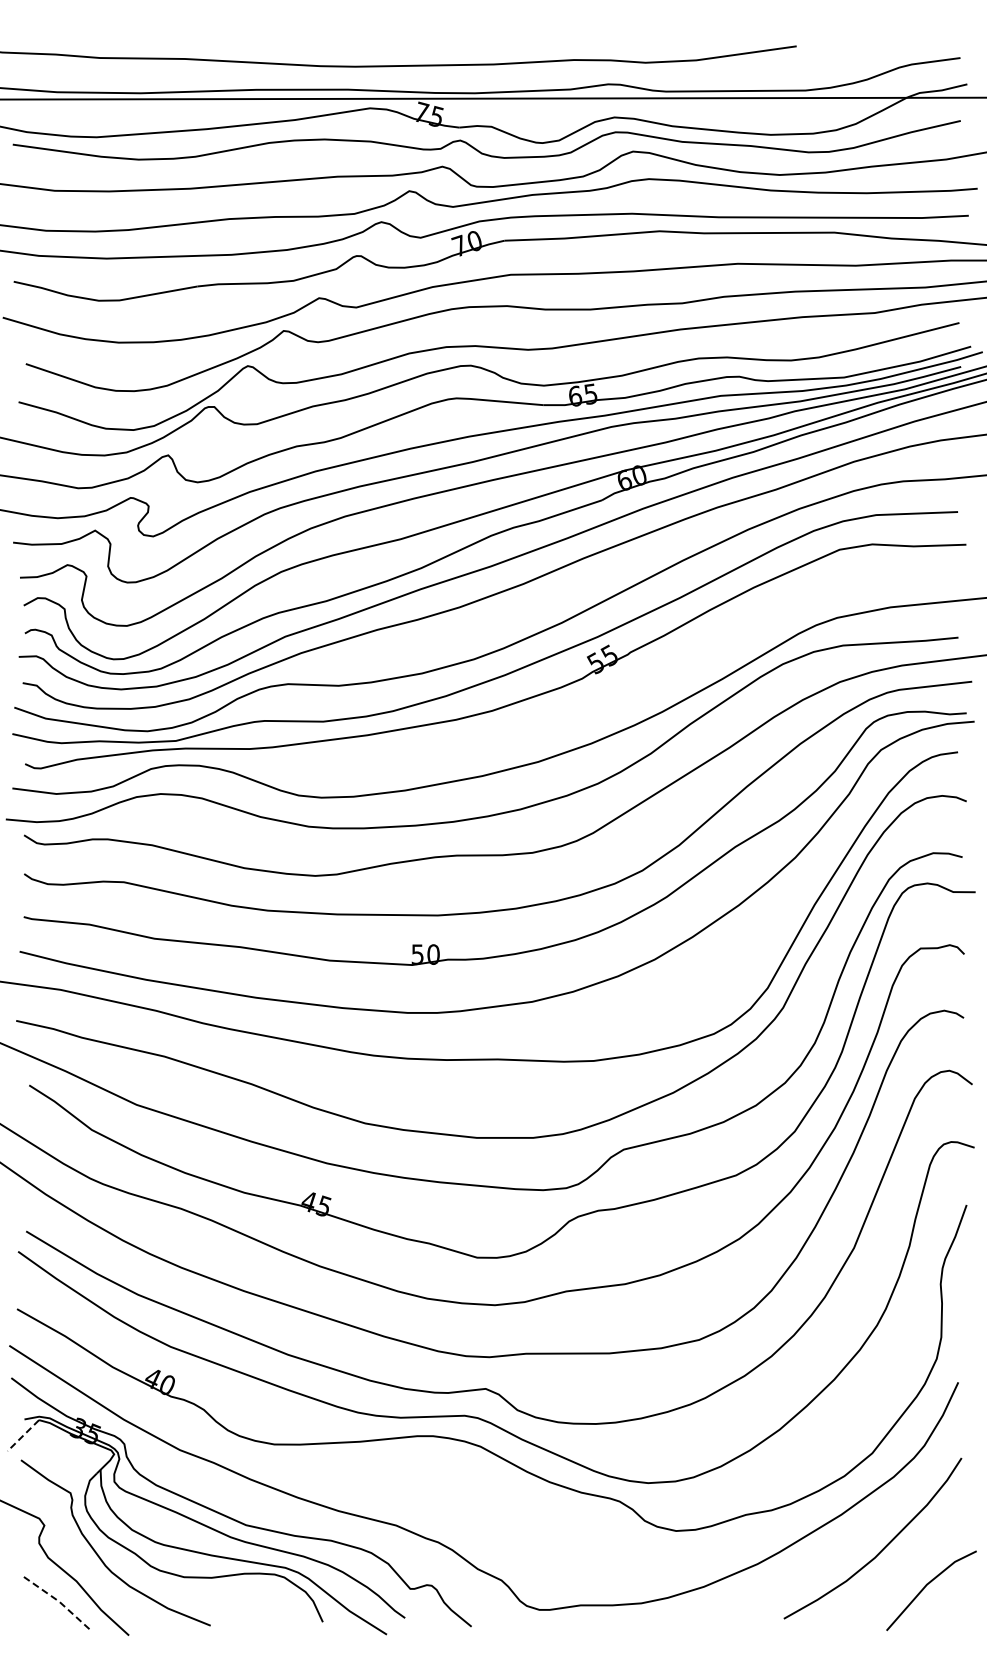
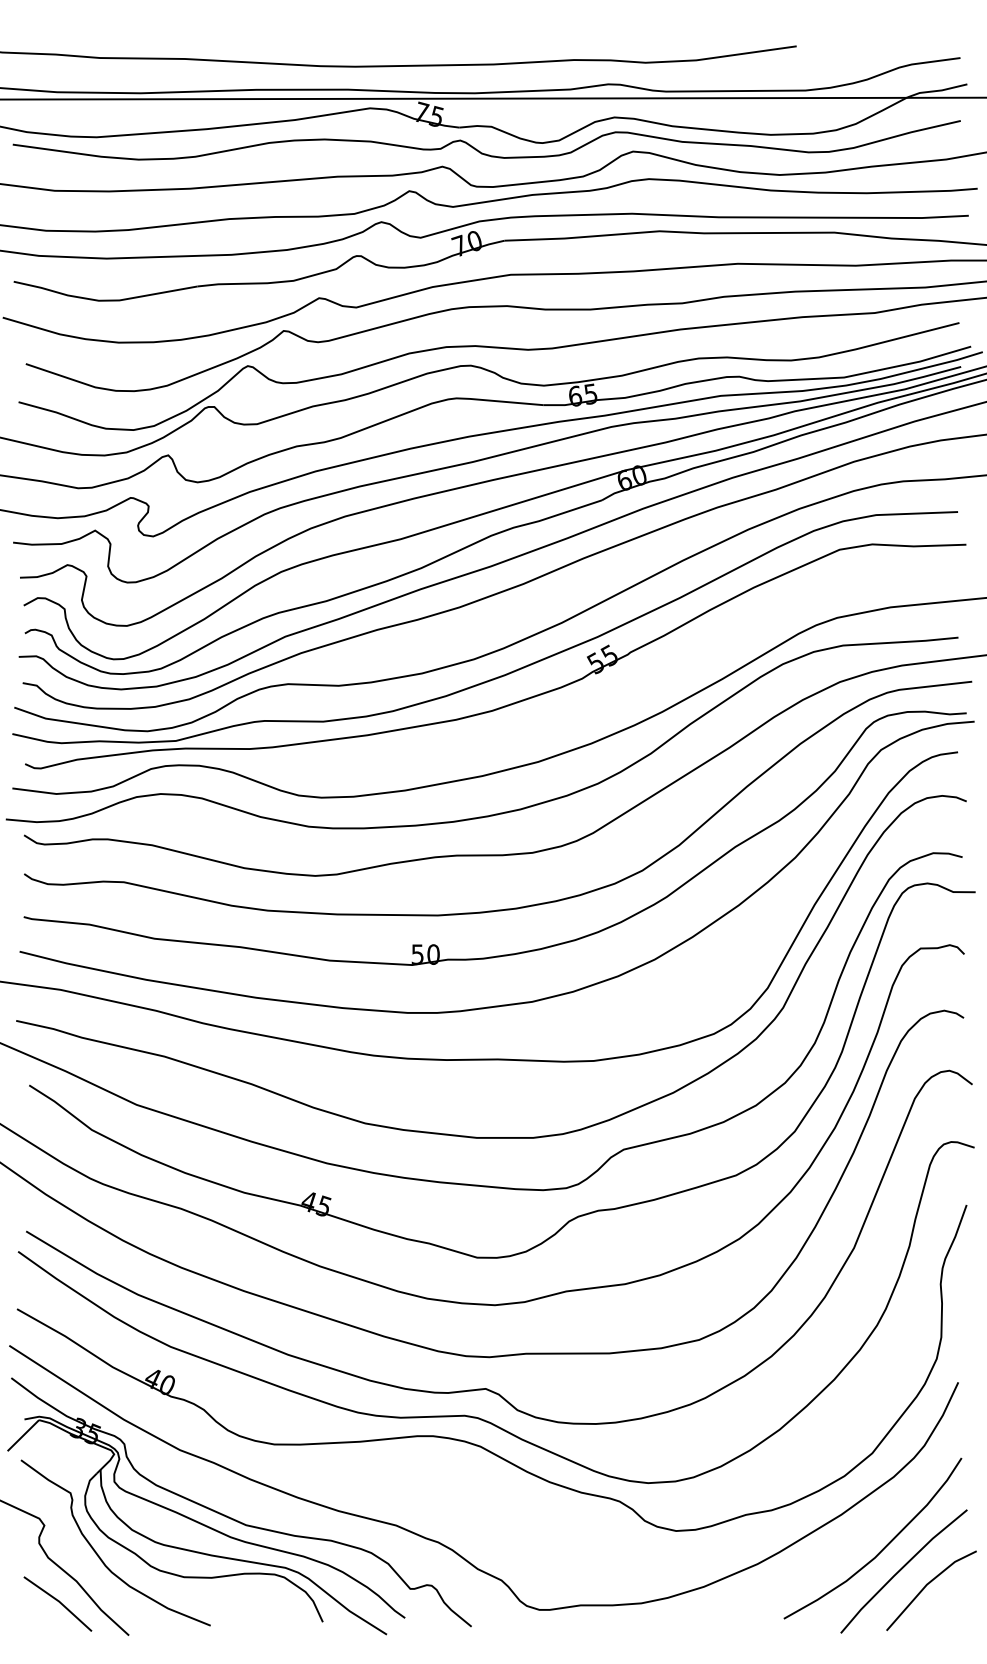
line at (23, 1436): dashed -> solid
line at (902, 1569): none -> present
line at (59, 1601): dashed -> solid
